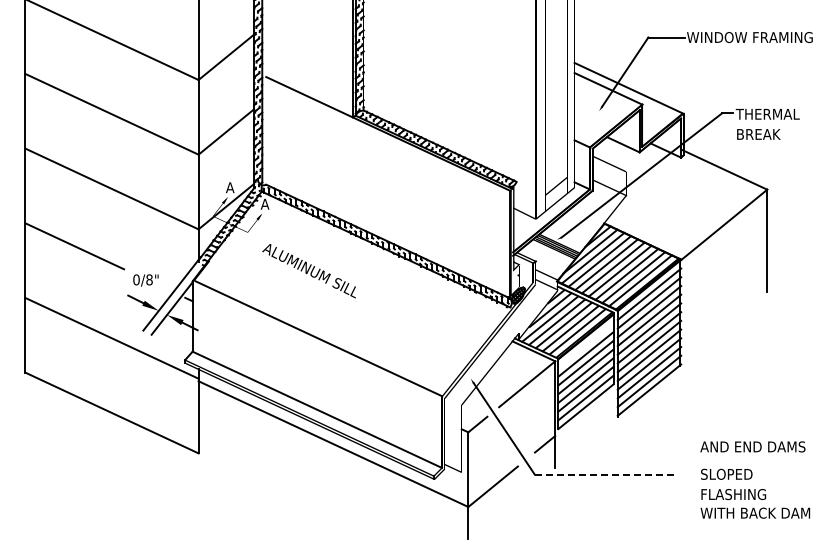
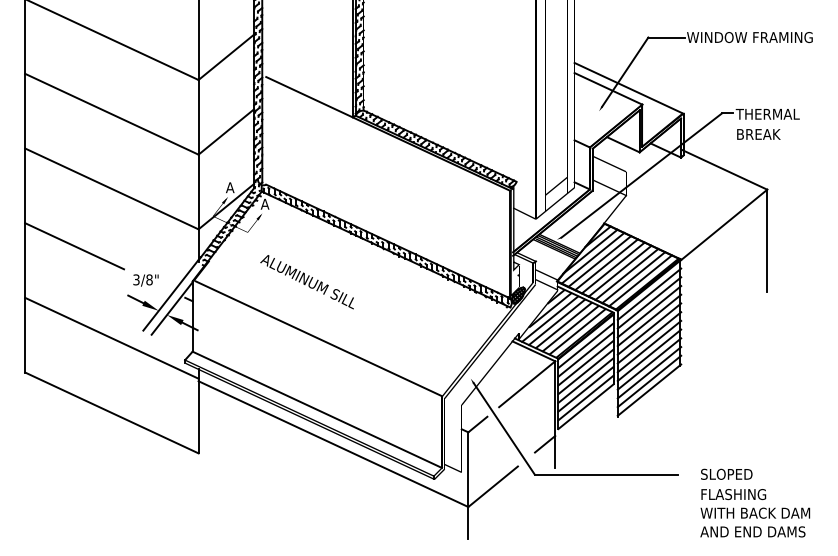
text at (308, 271) position: (308, 271) -> (306, 282)
text at (136, 279): 0/8" -> 3/8"
line at (585, 345): none -> present
text at (752, 446) position: (752, 446) -> (752, 531)
line at (606, 474): dashed -> solid
